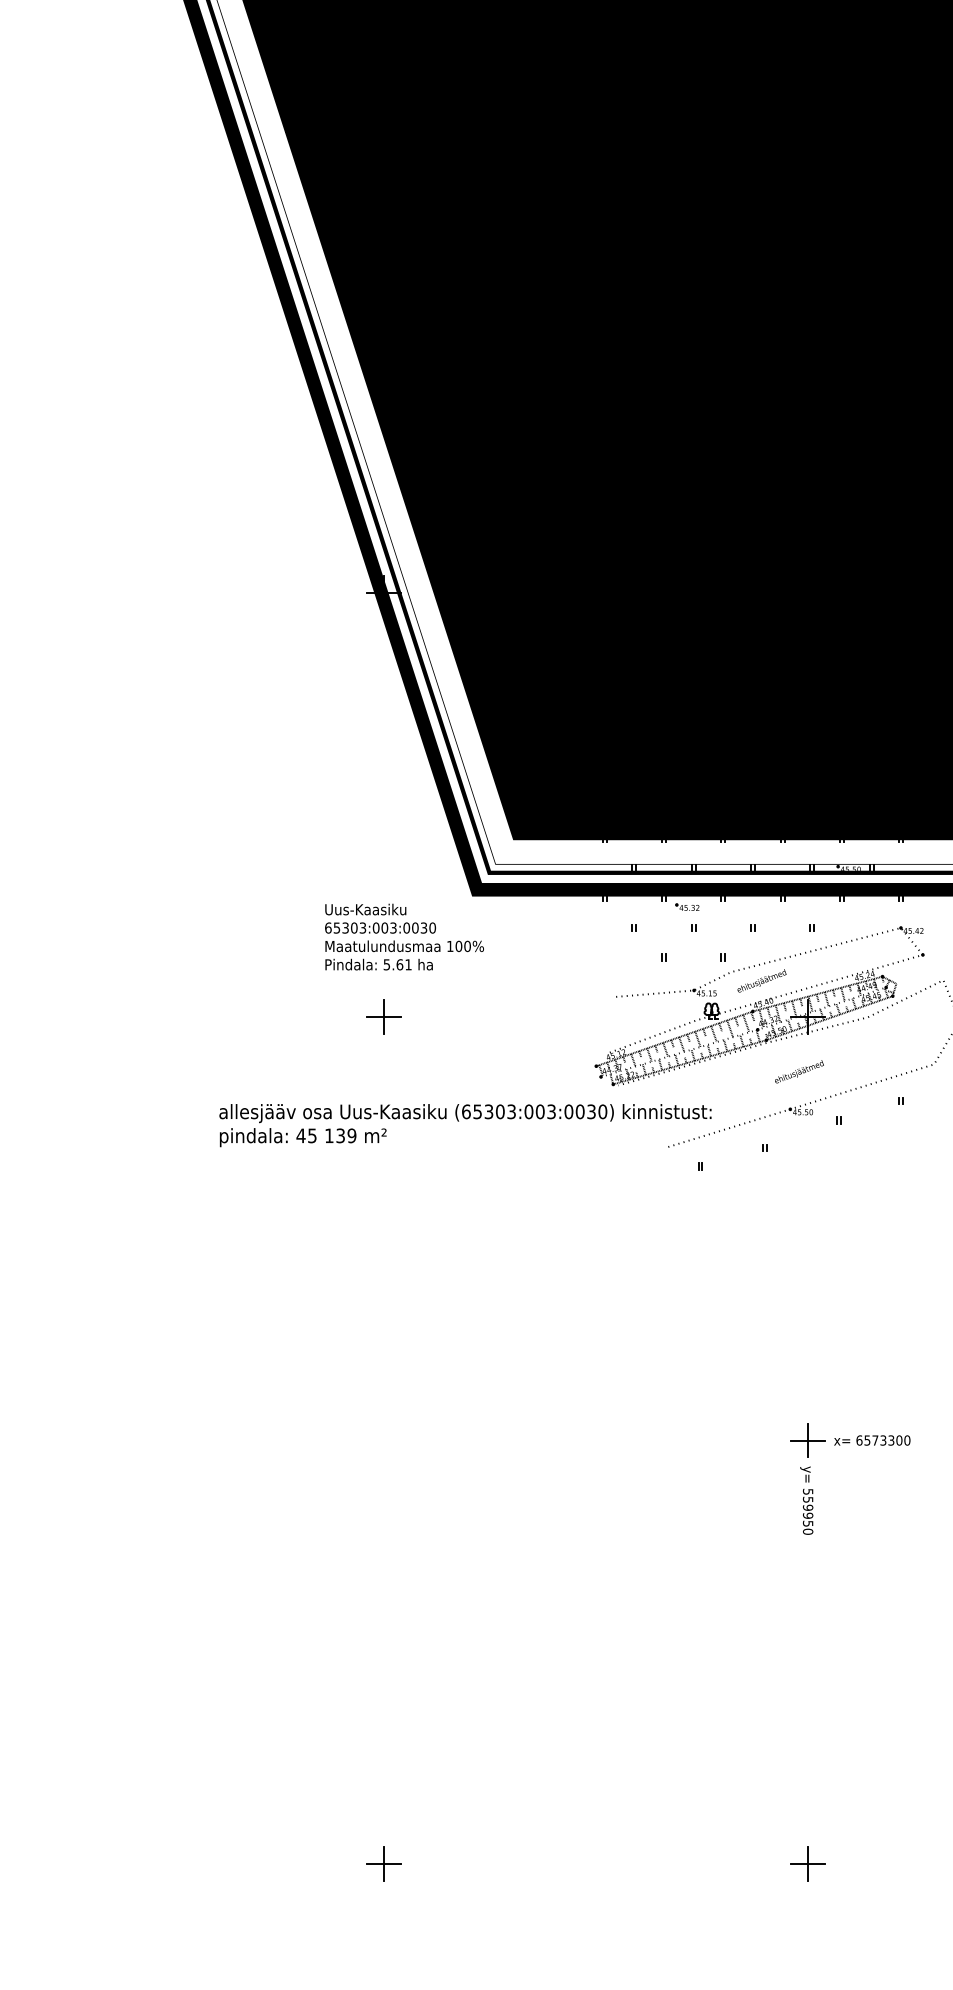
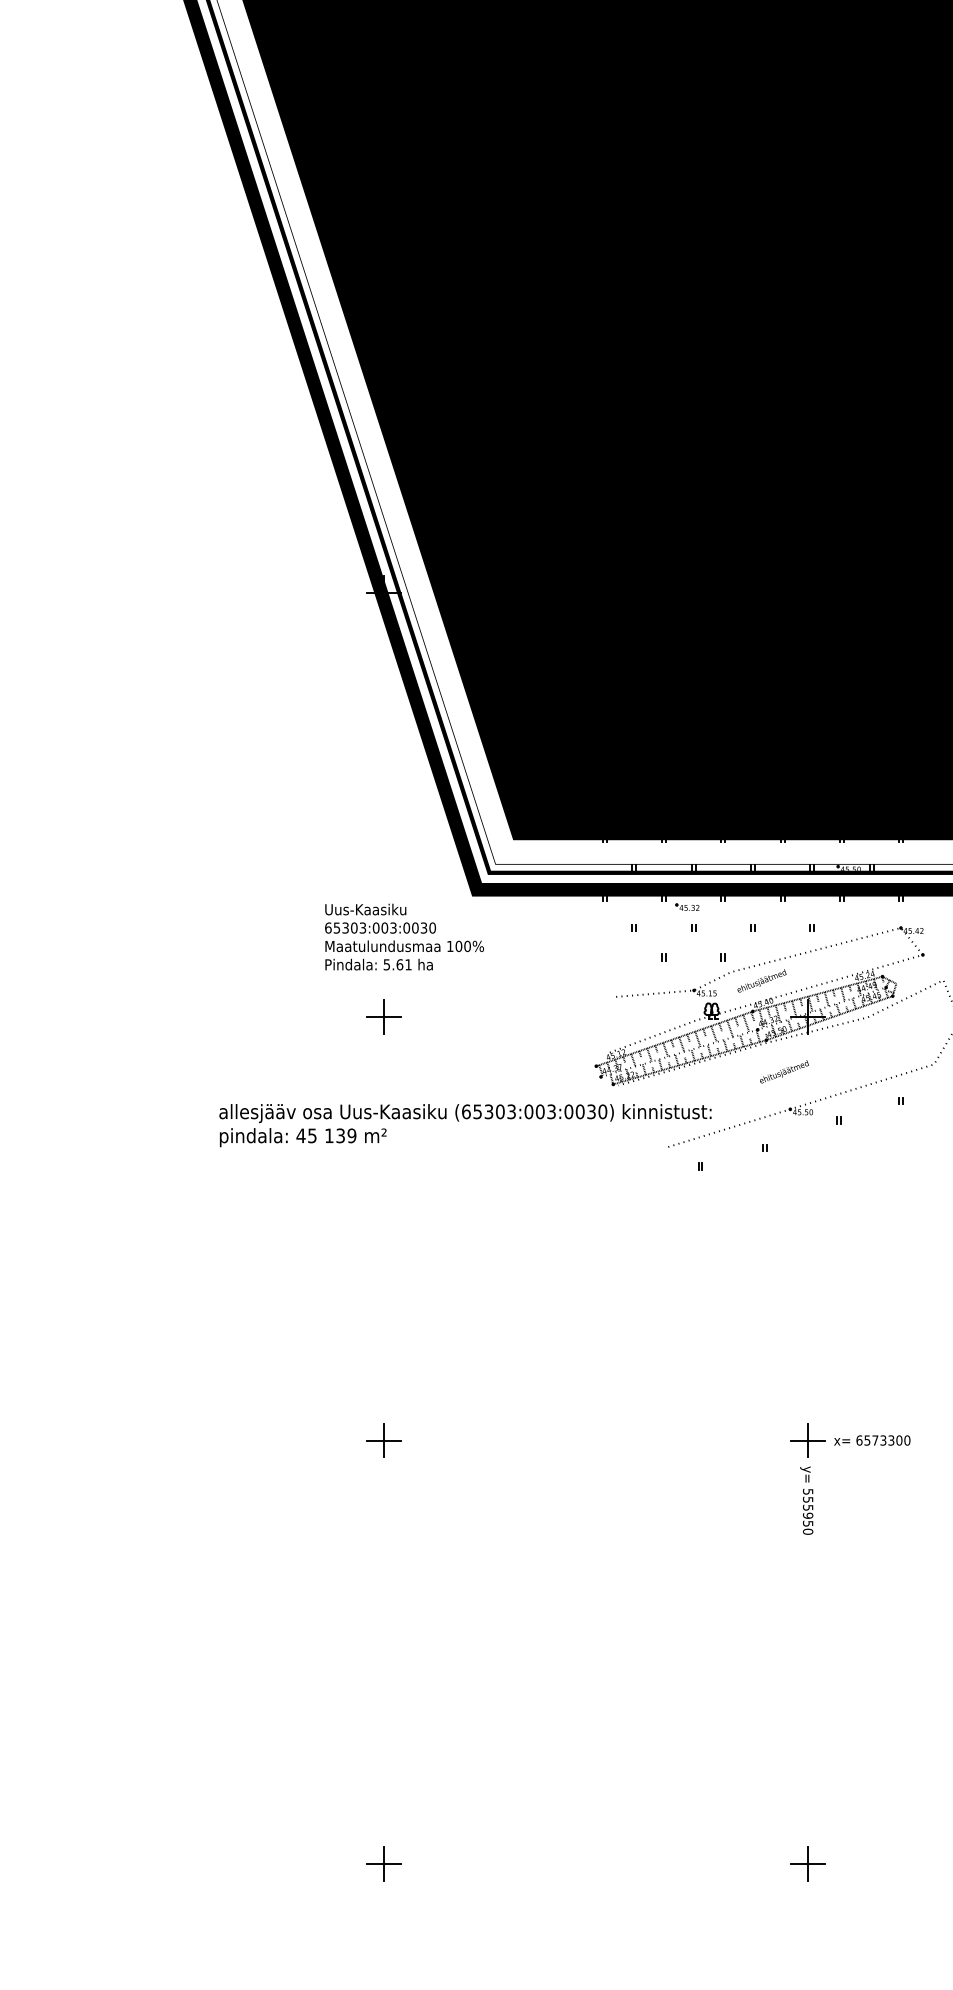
text at (799, 1071) position: (799, 1071) -> (784, 1071)
part at (383, 1440): none -> present
text at (808, 1507): 559950 -> 555950
